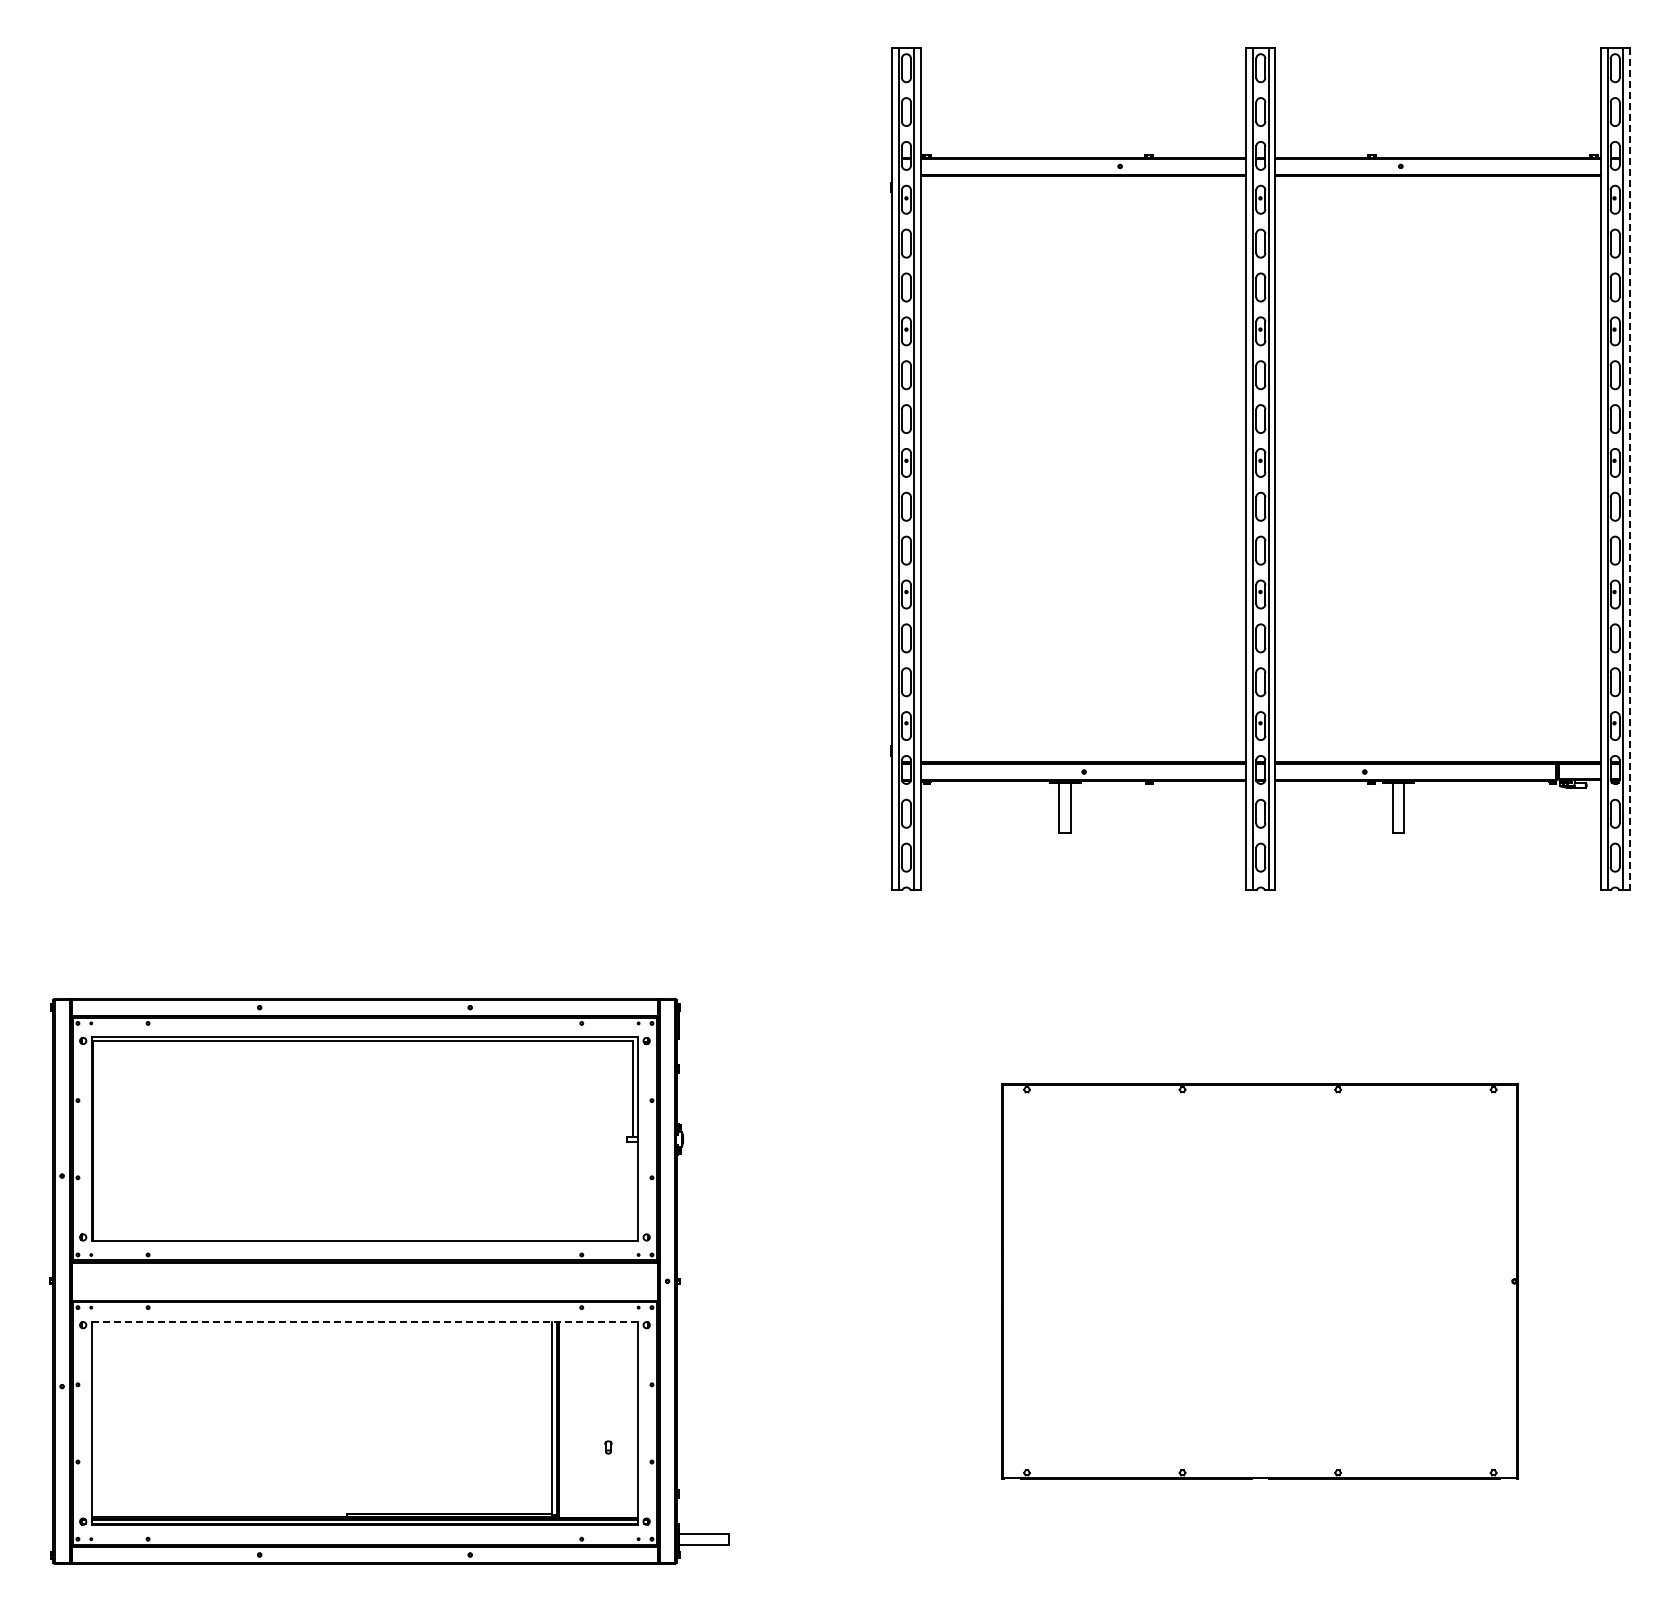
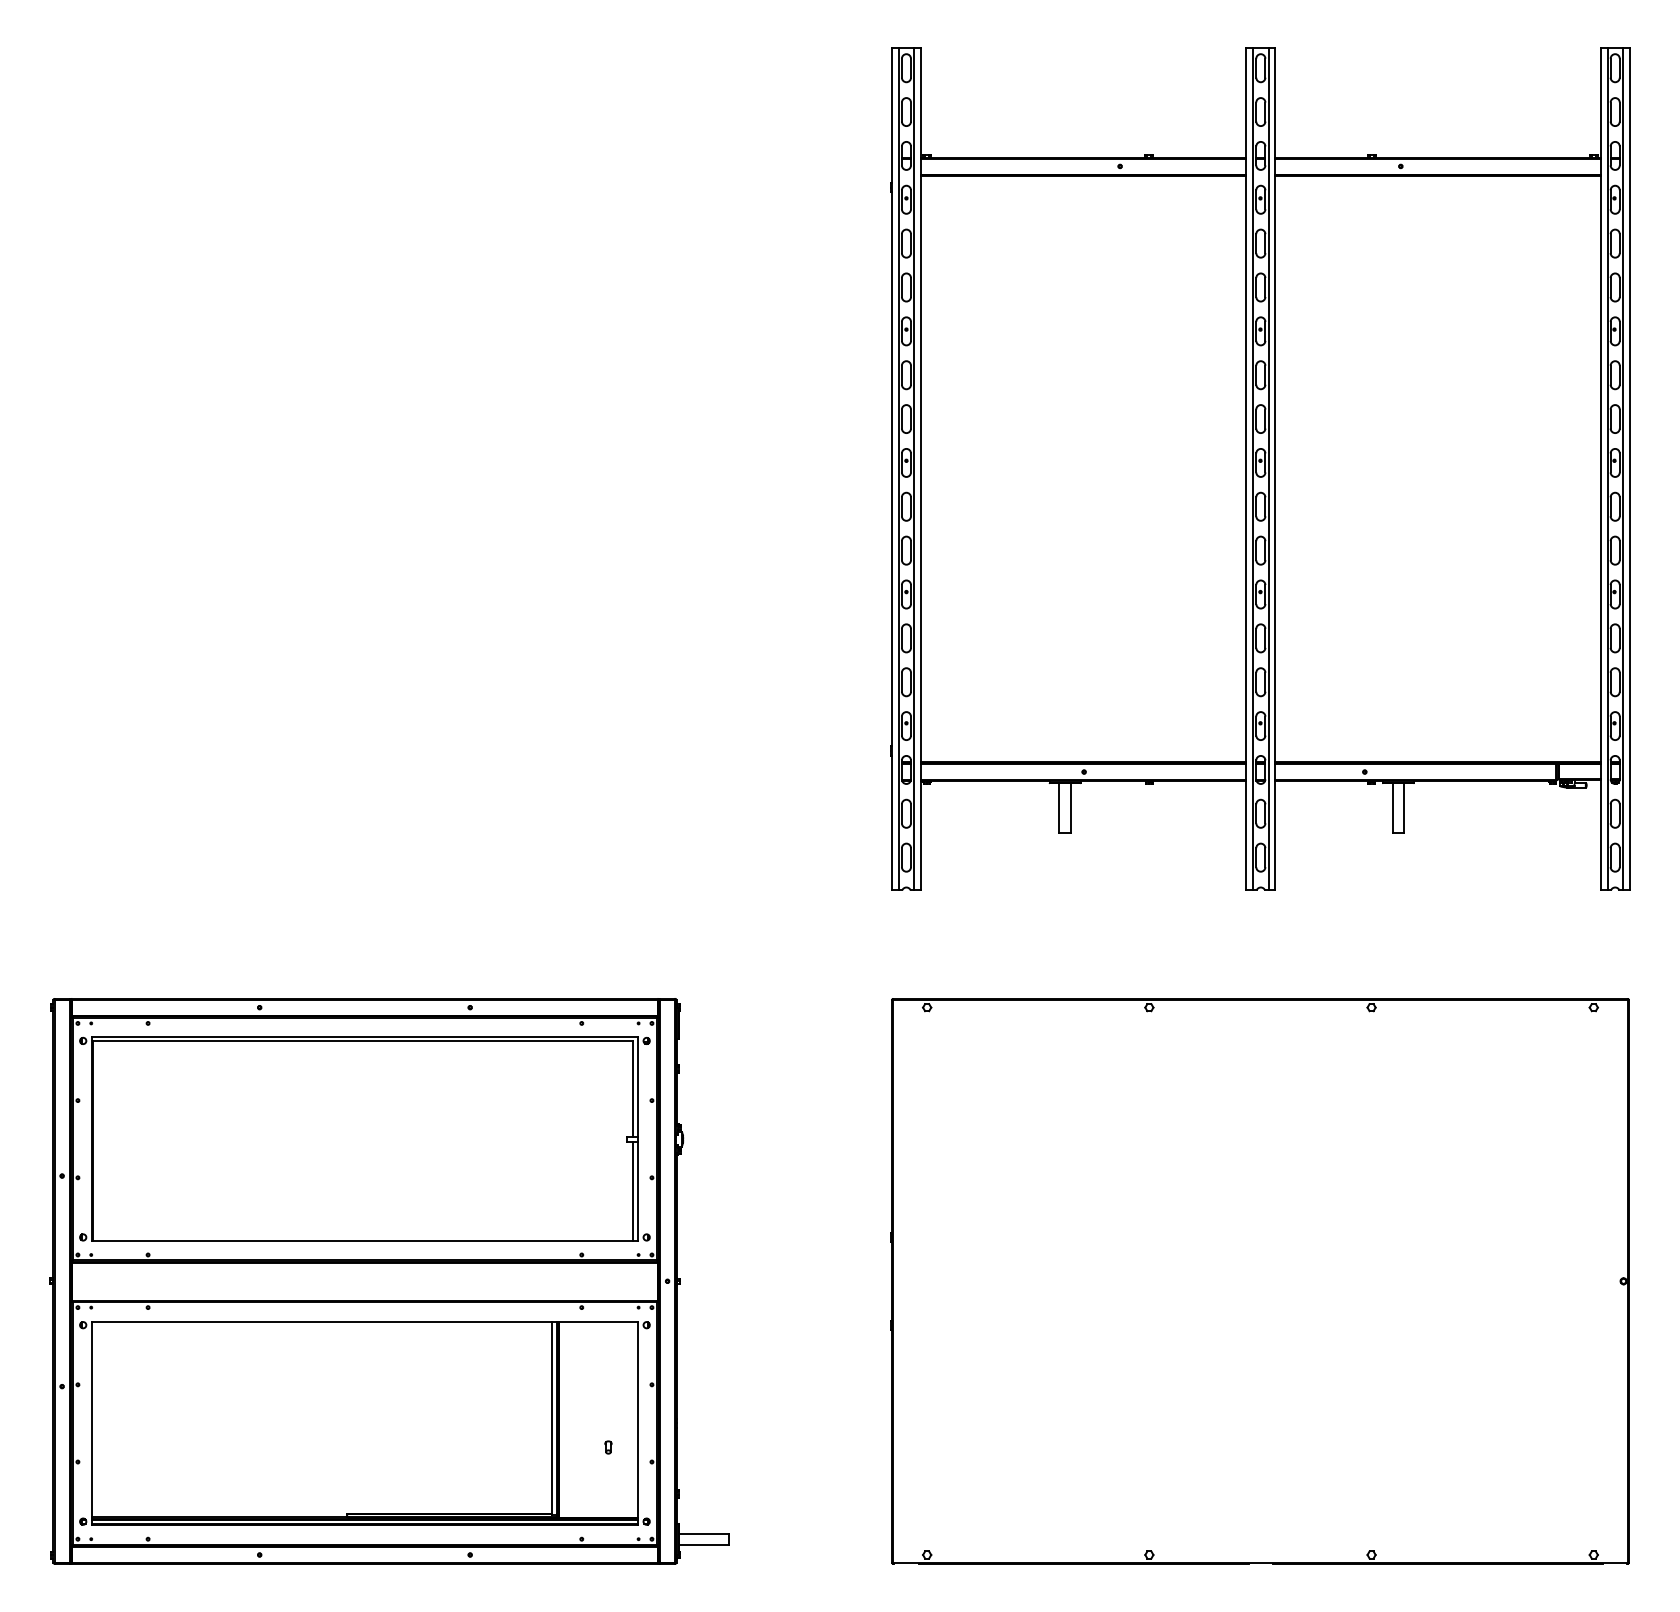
line at (1629, 469): dashed -> solid
line at (633, 1190): none -> present
part at (1259, 1280) size: 518x398 px -> 740x567 px
line at (364, 1321): dashed -> solid
